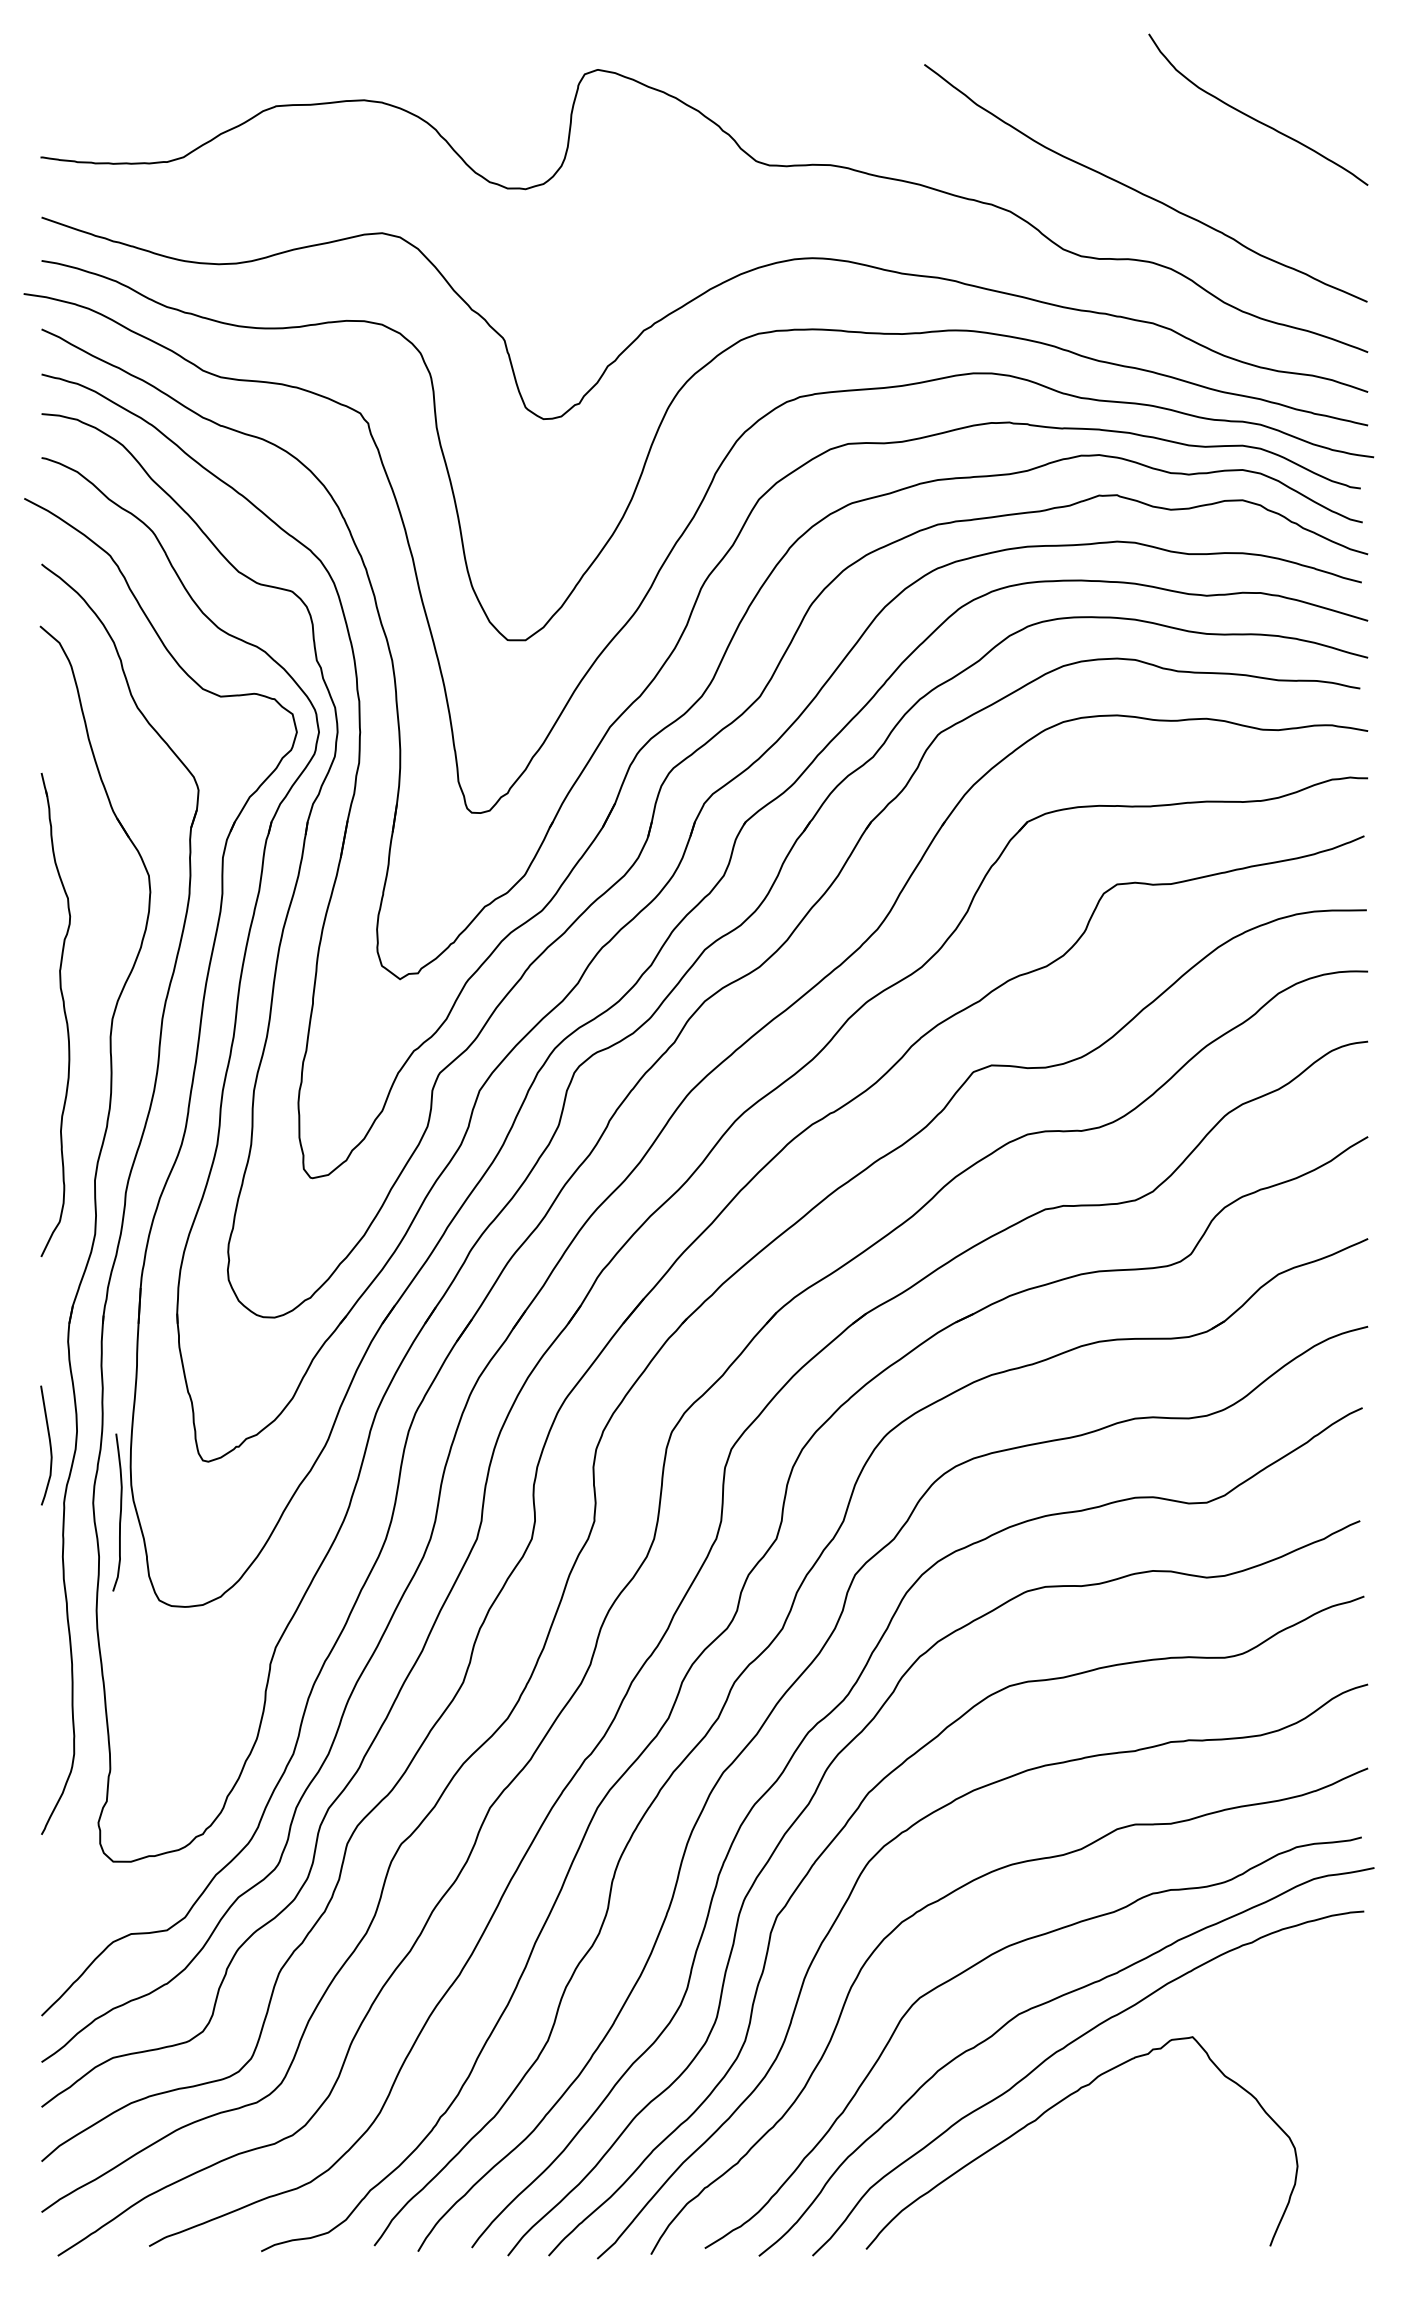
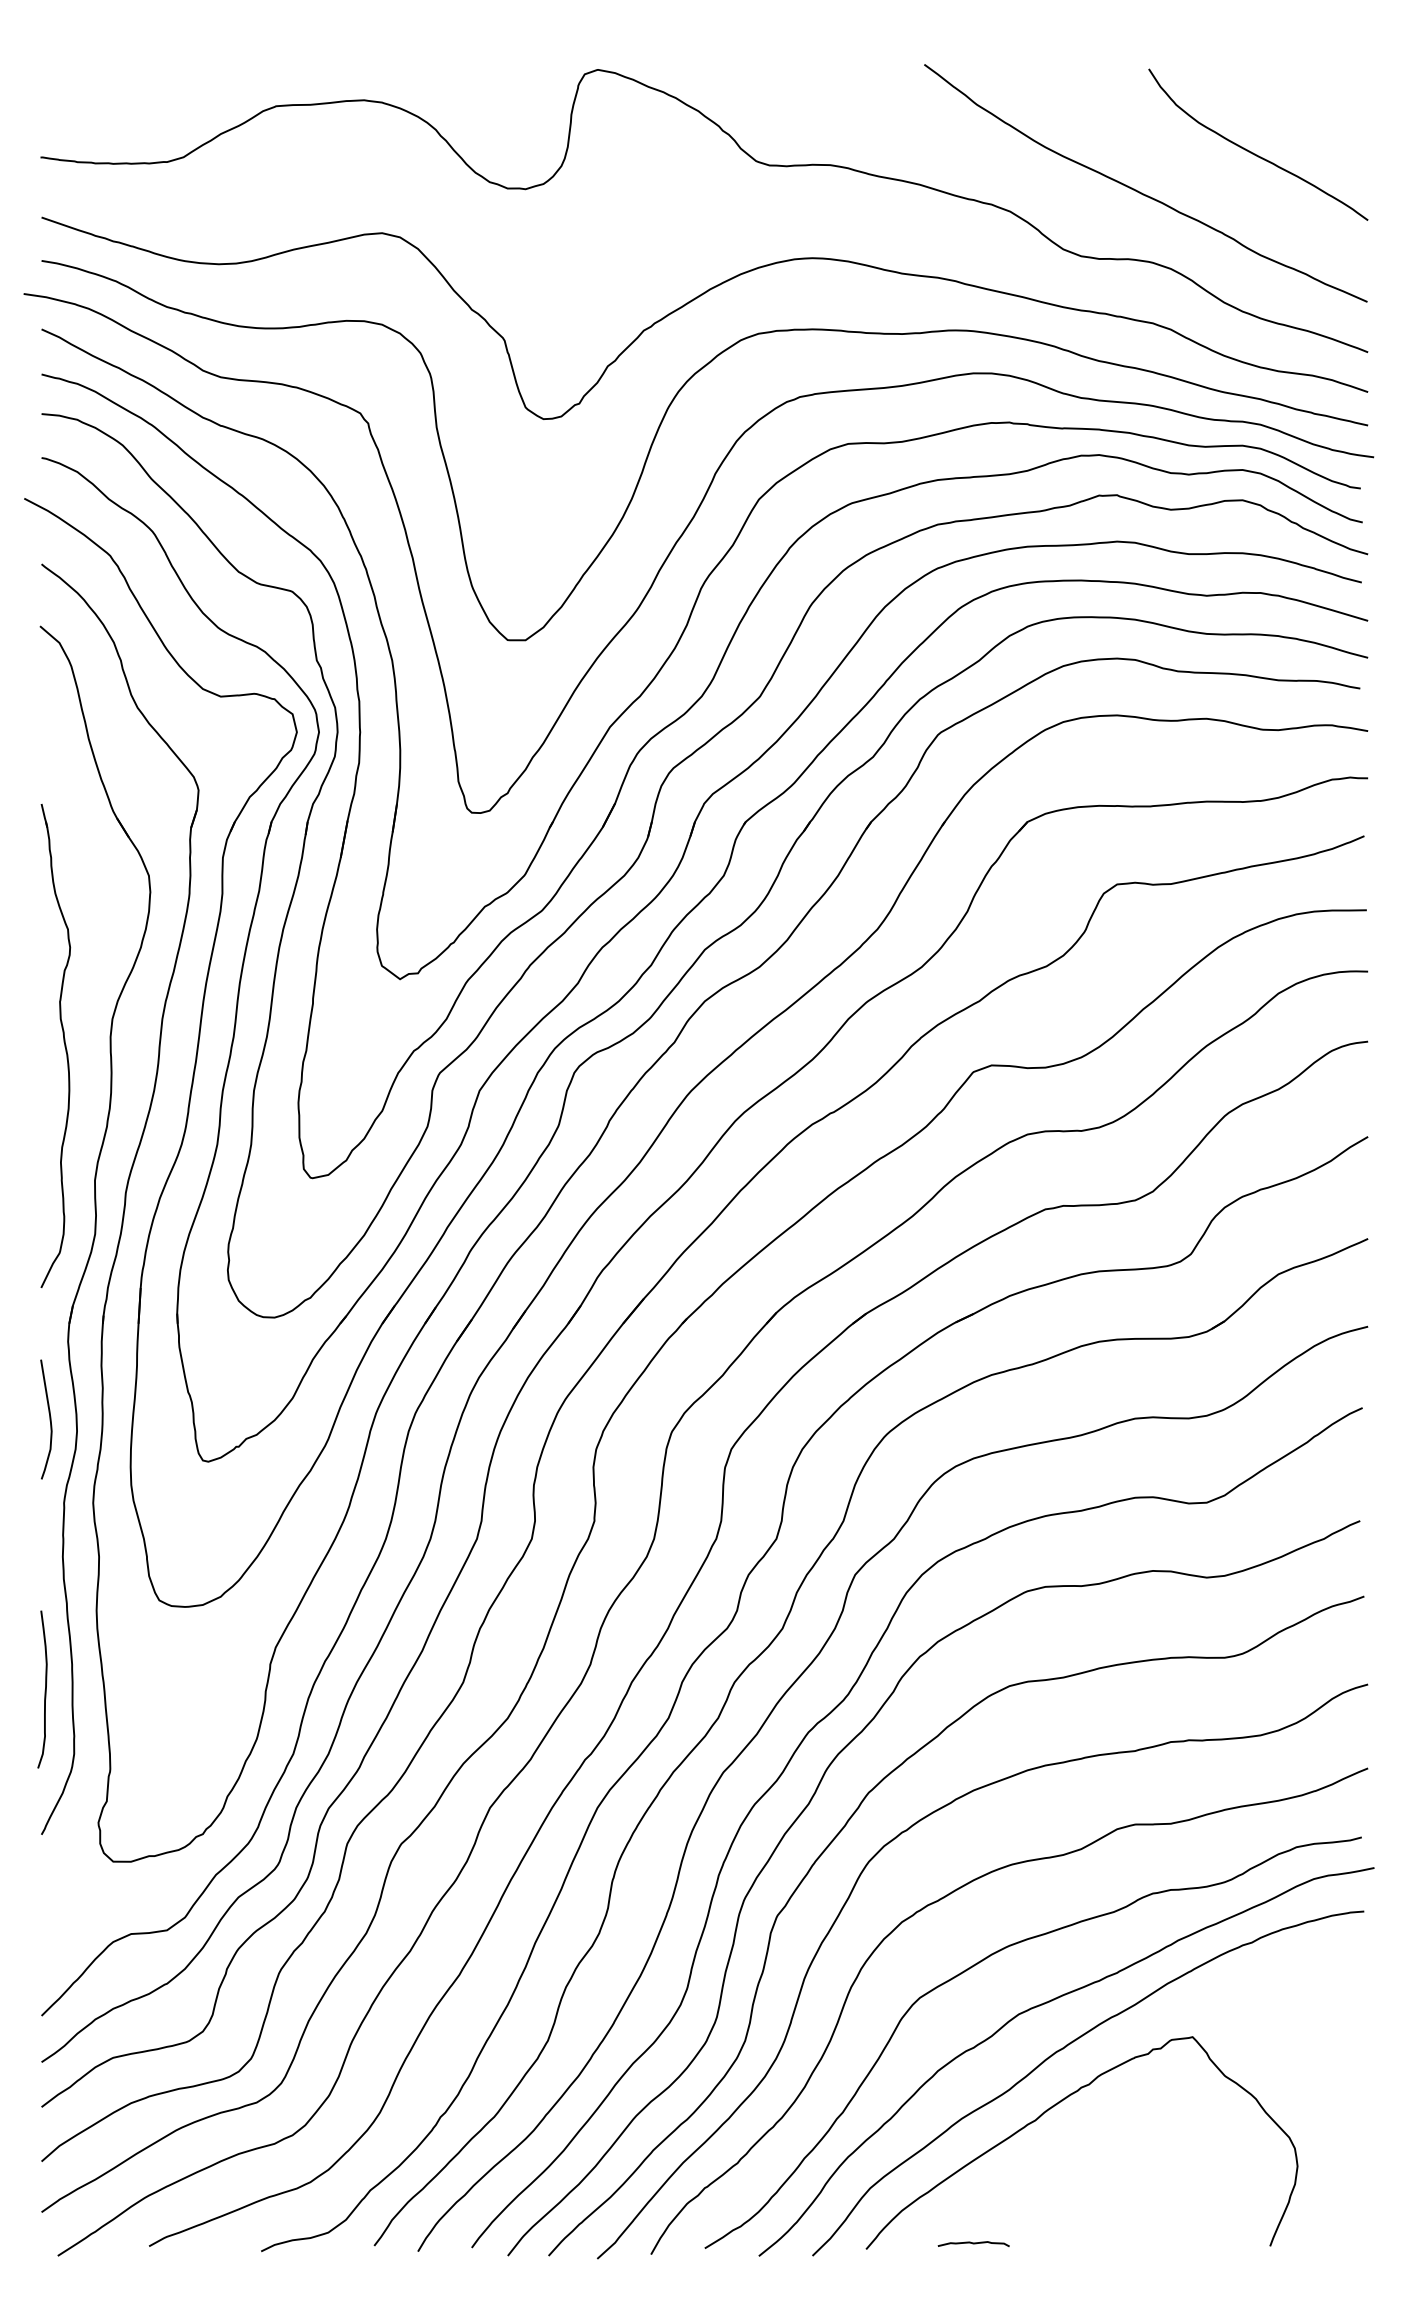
curve at (1253, 117) position: (1253, 117) -> (1253, 152)
part at (63, 1011) position: (63, 1011) -> (63, 1042)
curve at (49, 1445) position: (49, 1445) -> (49, 1419)
curve at (119, 1513) position: (119, 1513) -> (44, 1690)
curve at (973, 2243): none -> present
